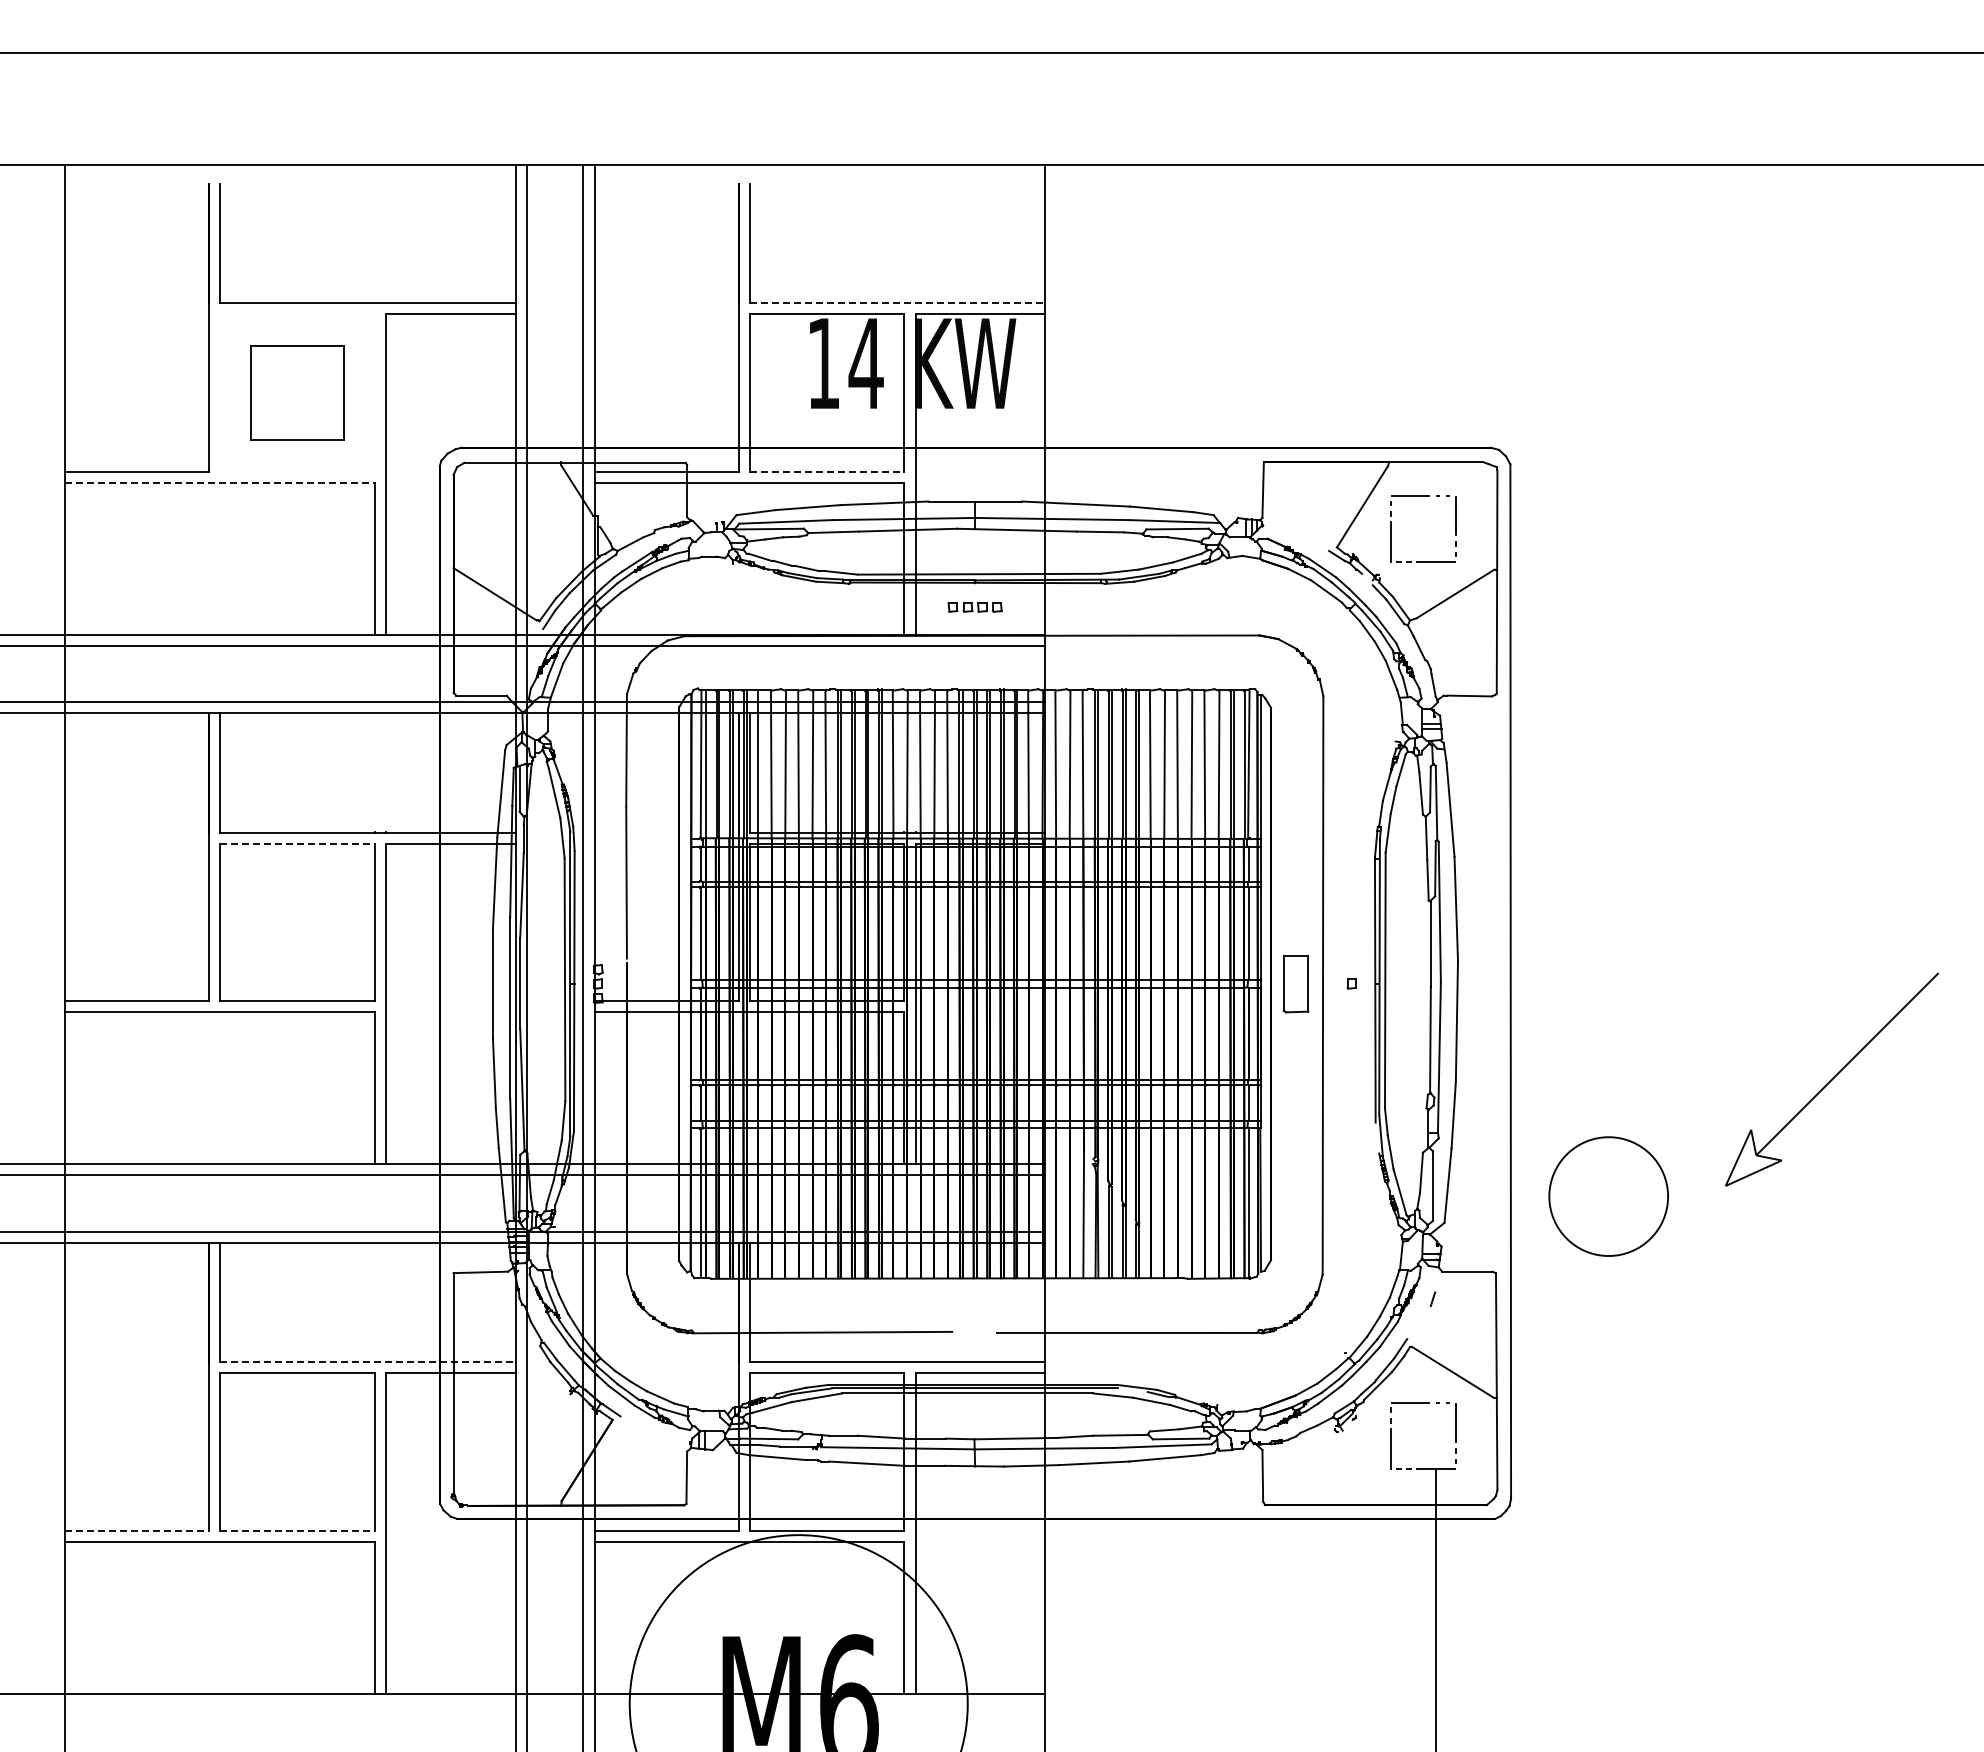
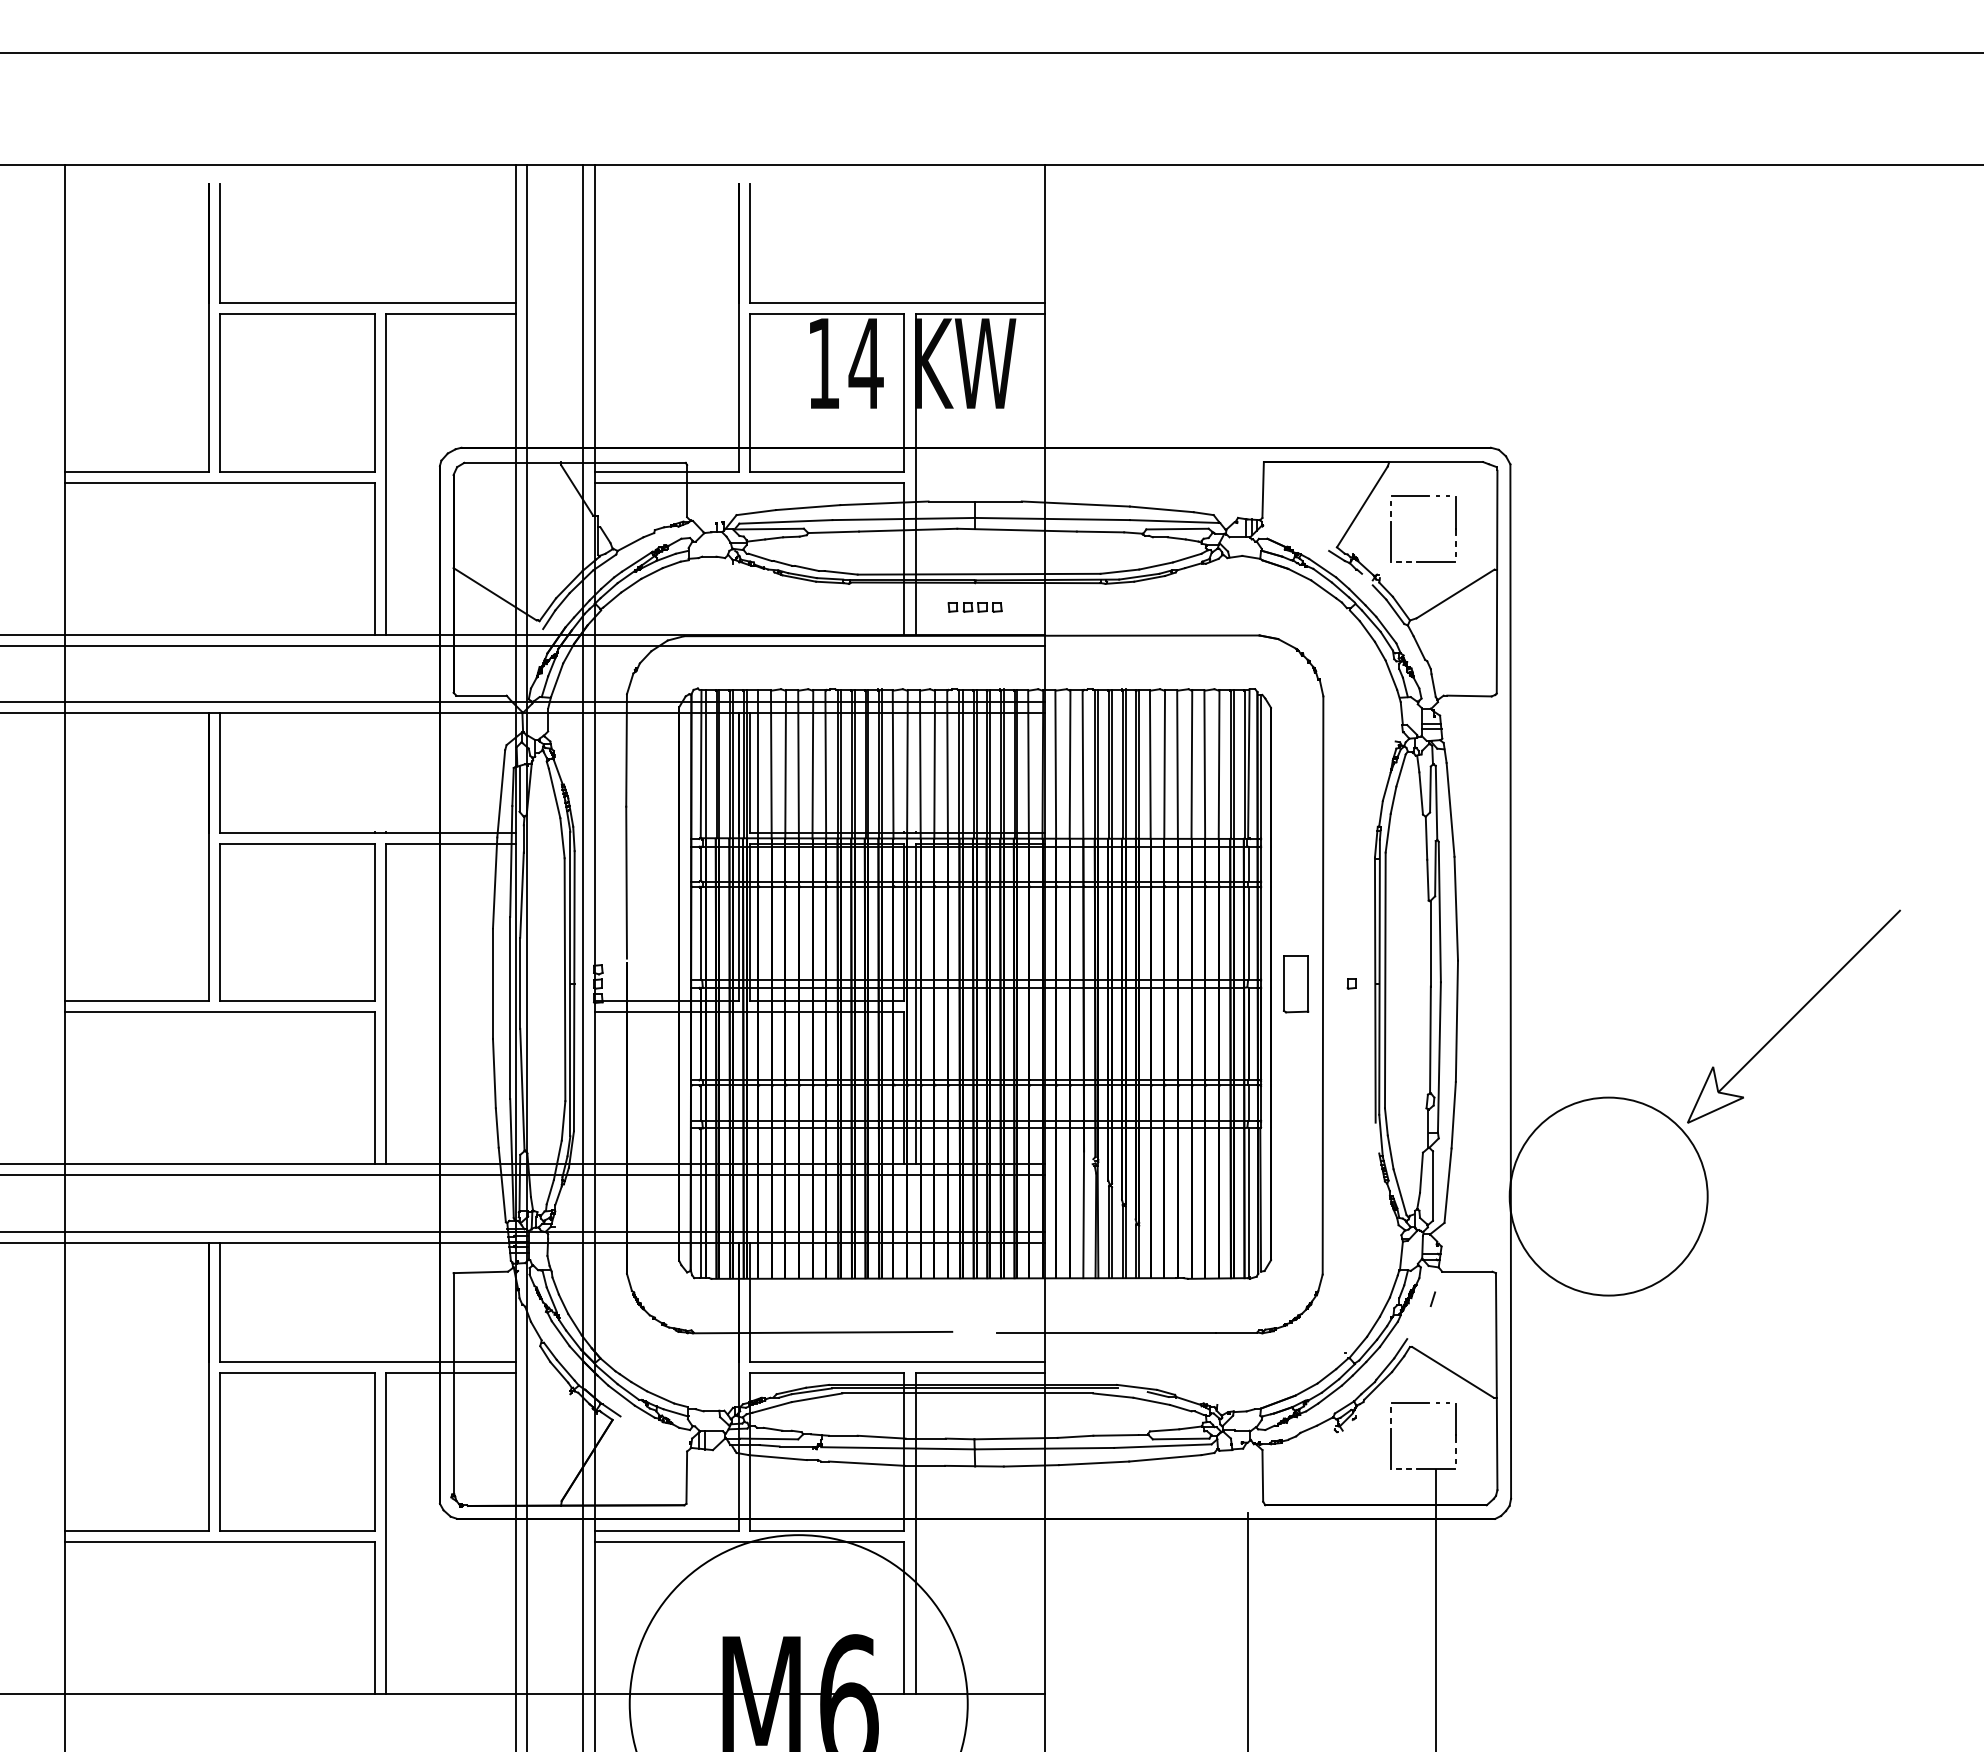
line at (897, 303): dashed -> solid
part at (297, 392) size: 95x96 px -> 157x160 px
line at (827, 471): dashed -> solid
line at (220, 482): dashed -> solid
line at (298, 843): dashed -> solid
part at (1831, 1079) position: (1831, 1079) -> (1793, 1016)
circle at (1608, 1196) diameter: 119 px -> 198 px
line at (368, 1362): dashed -> solid
line at (137, 1530): dashed -> solid
line at (298, 1530): dashed -> solid
line at (1248, 1630): none -> present
